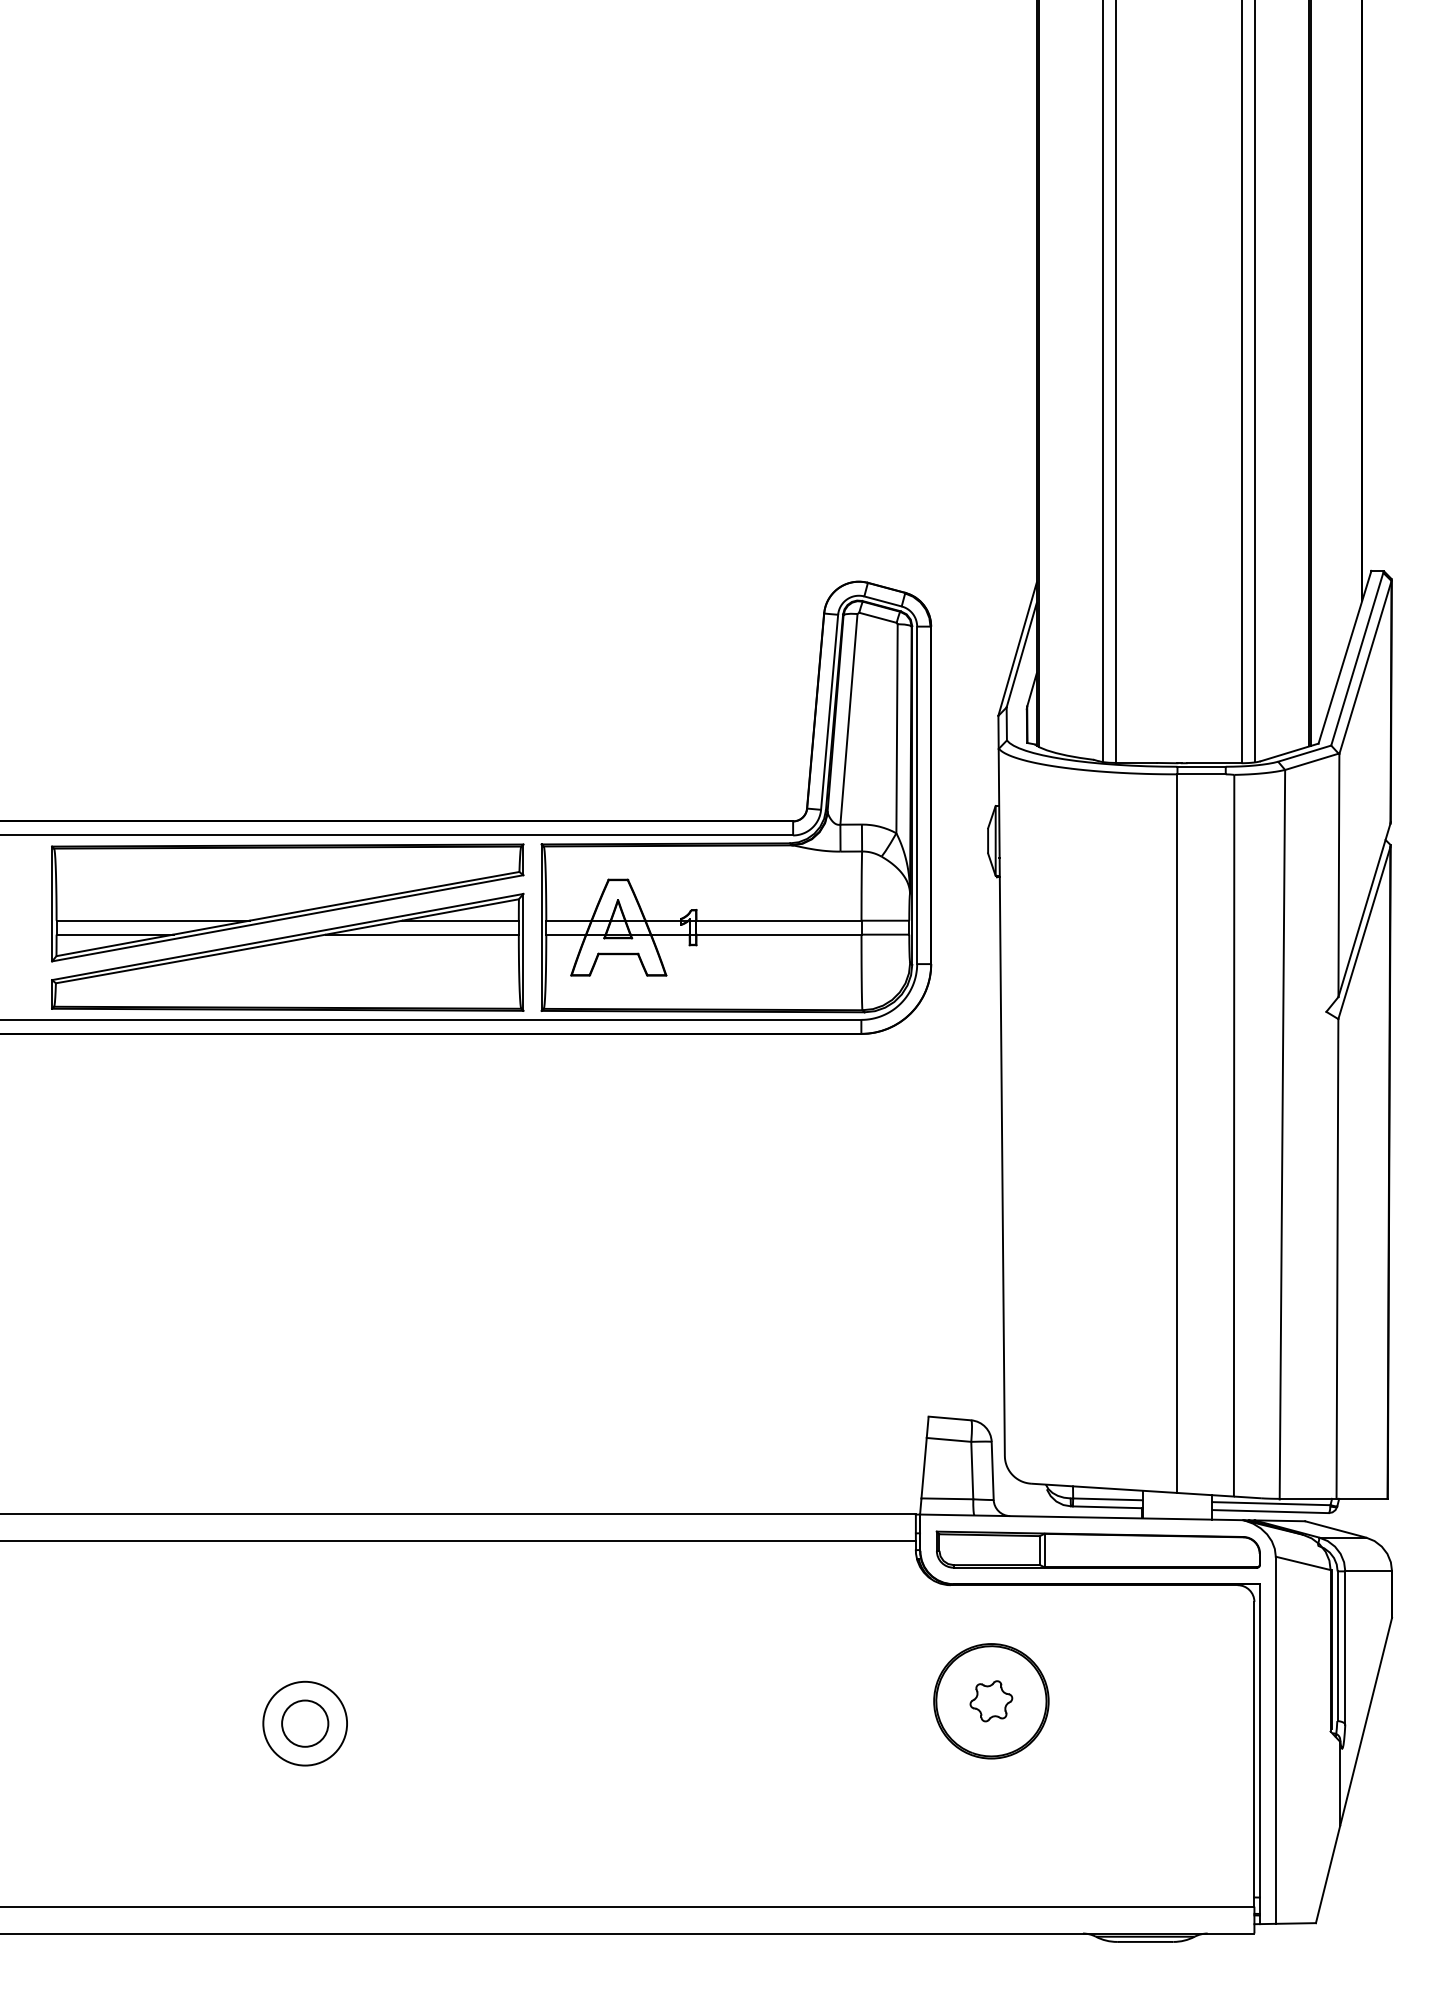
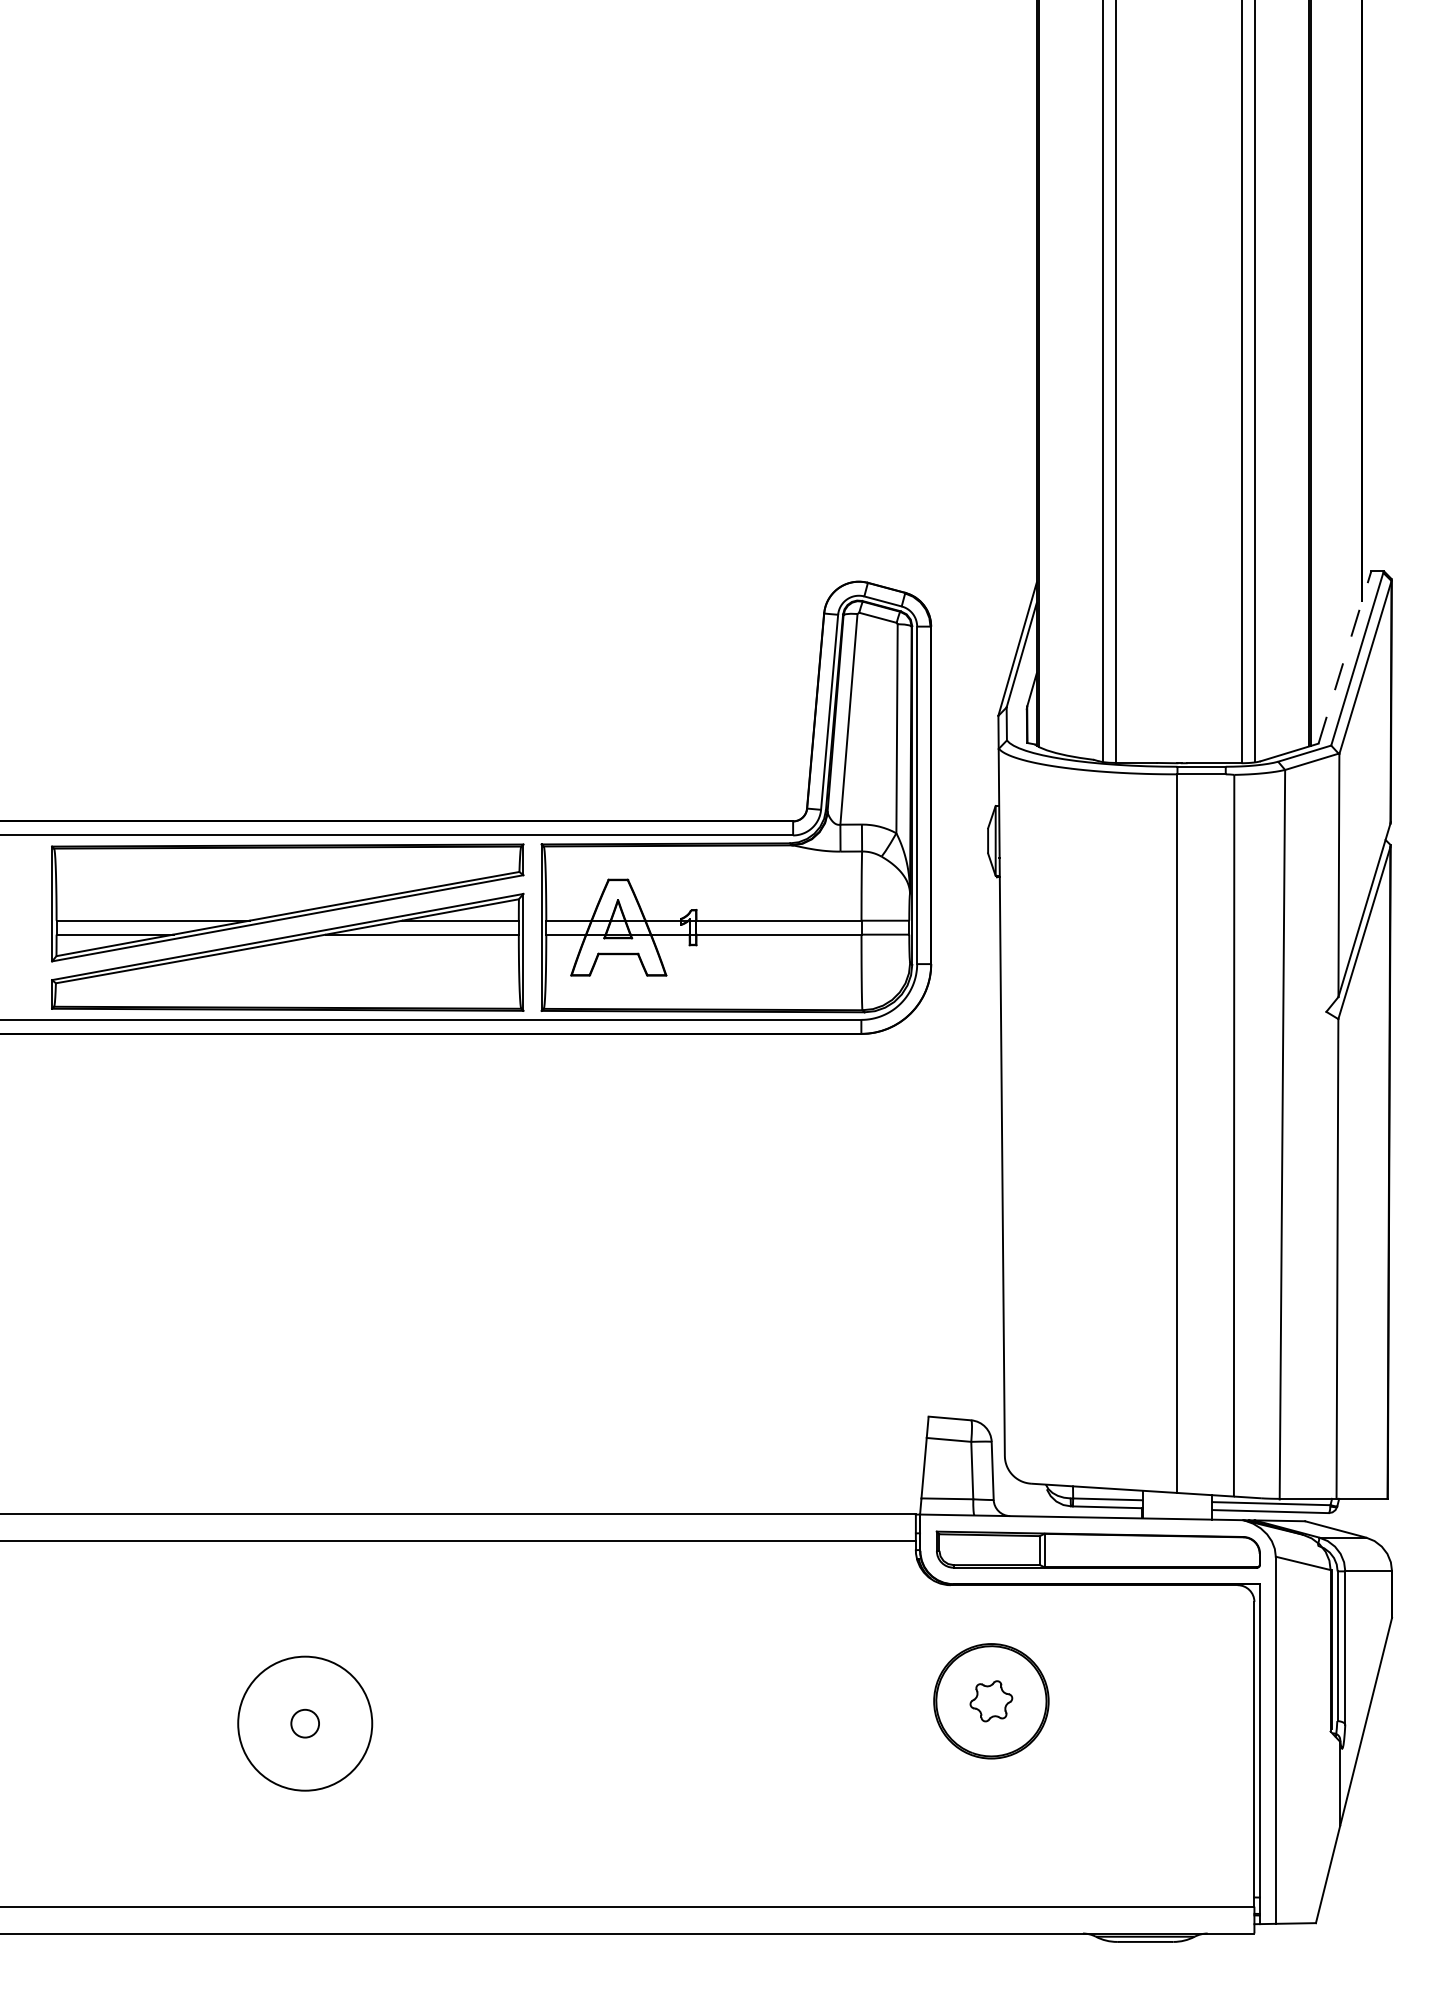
line at (1345, 656): solid -> dashed
circle at (305, 1723) diameter: 46 px -> 28 px
circle at (305, 1723) diameter: 84 px -> 134 px
